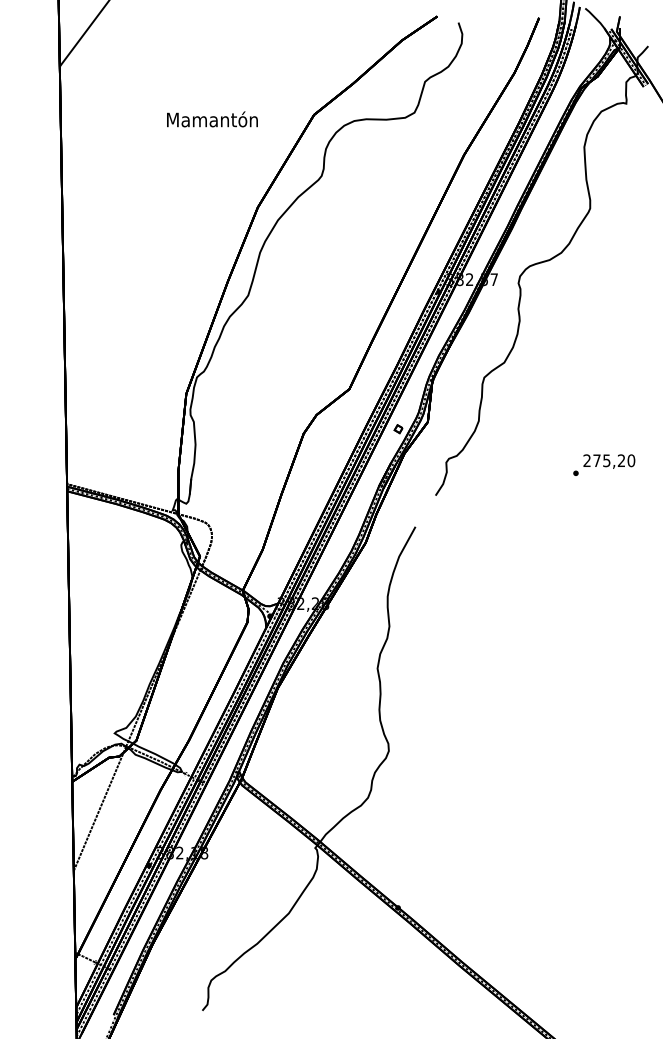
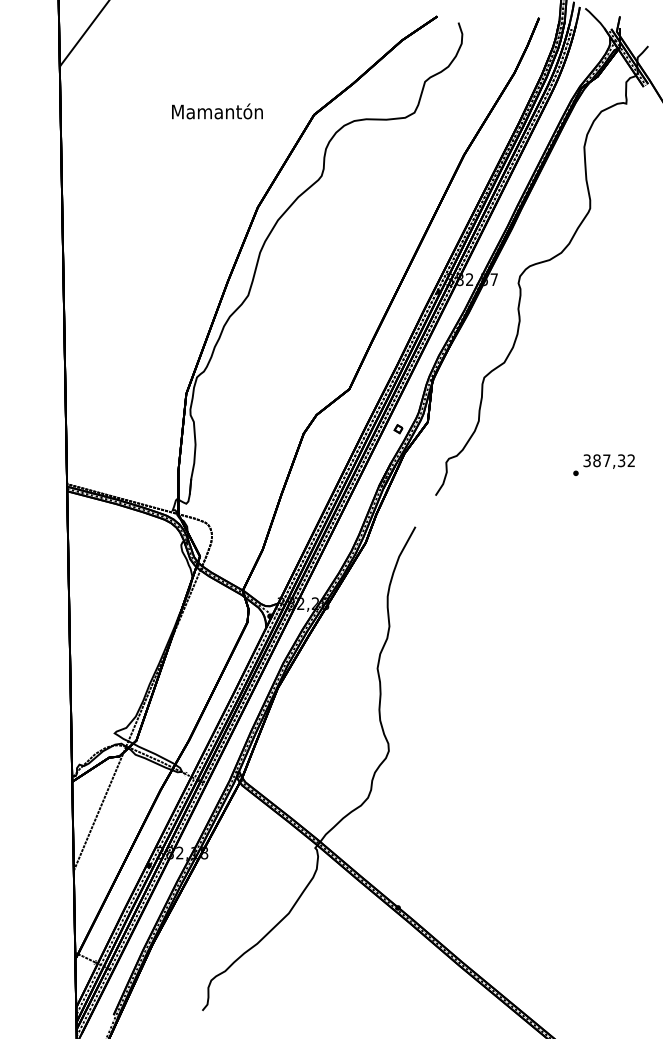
text at (212, 119) position: (212, 119) -> (217, 111)
text at (609, 460): 275,20 -> 387,32
